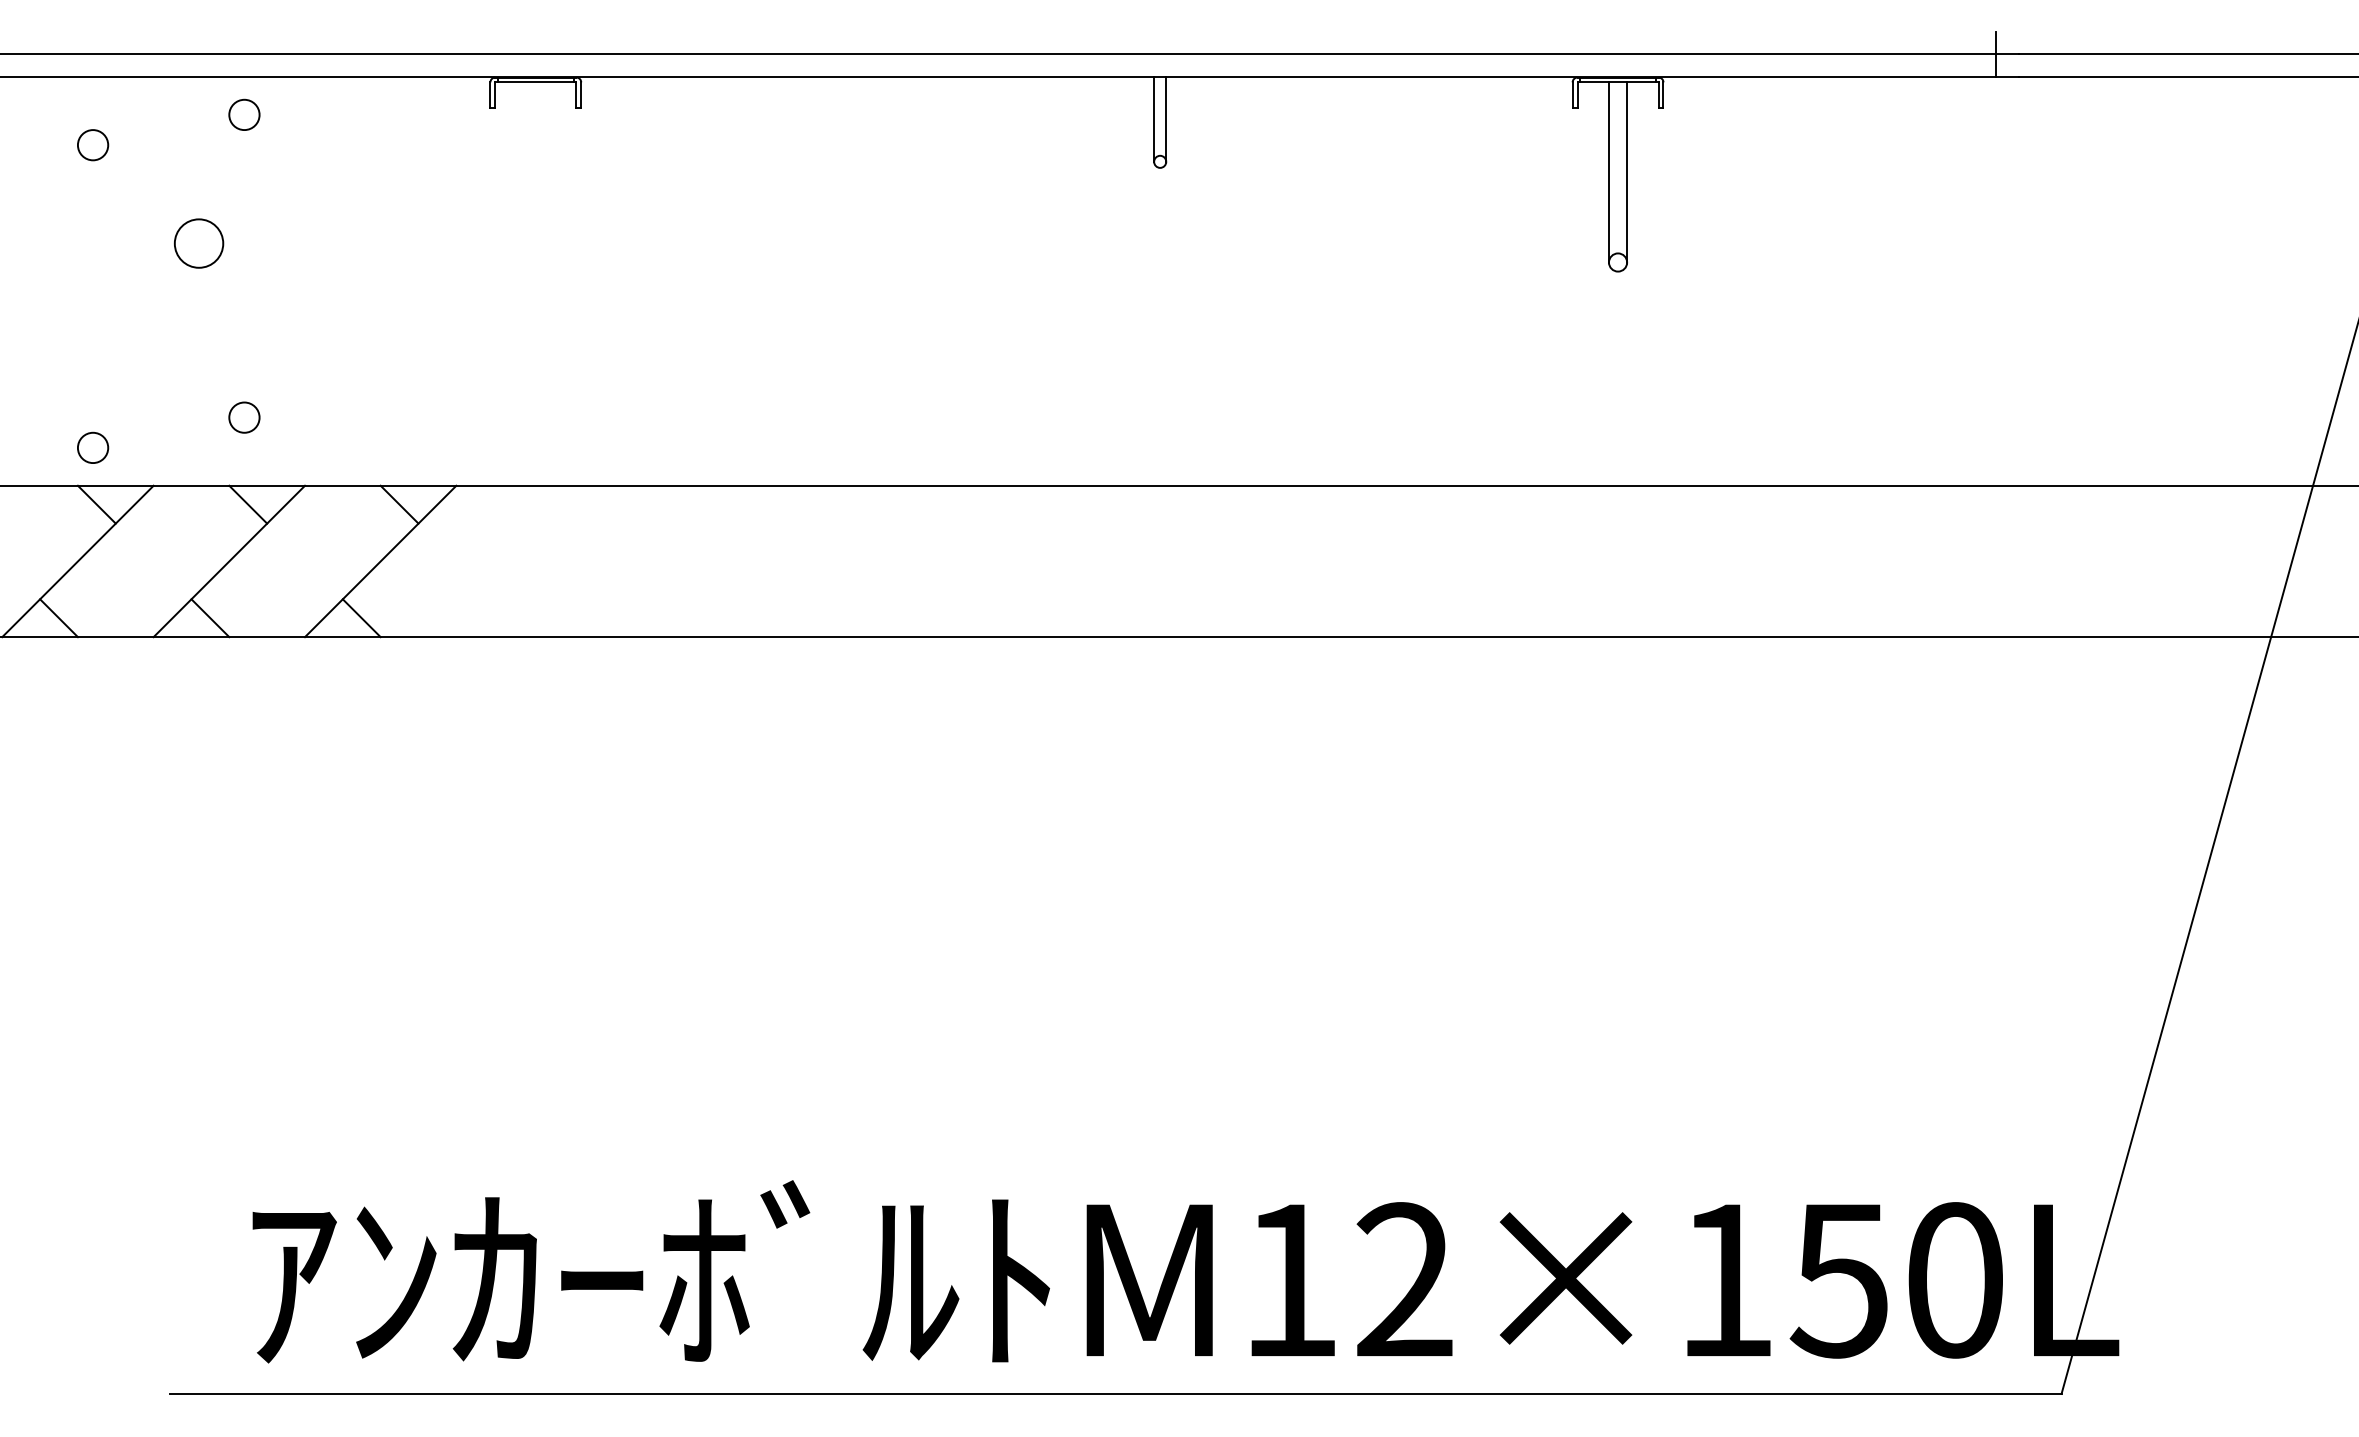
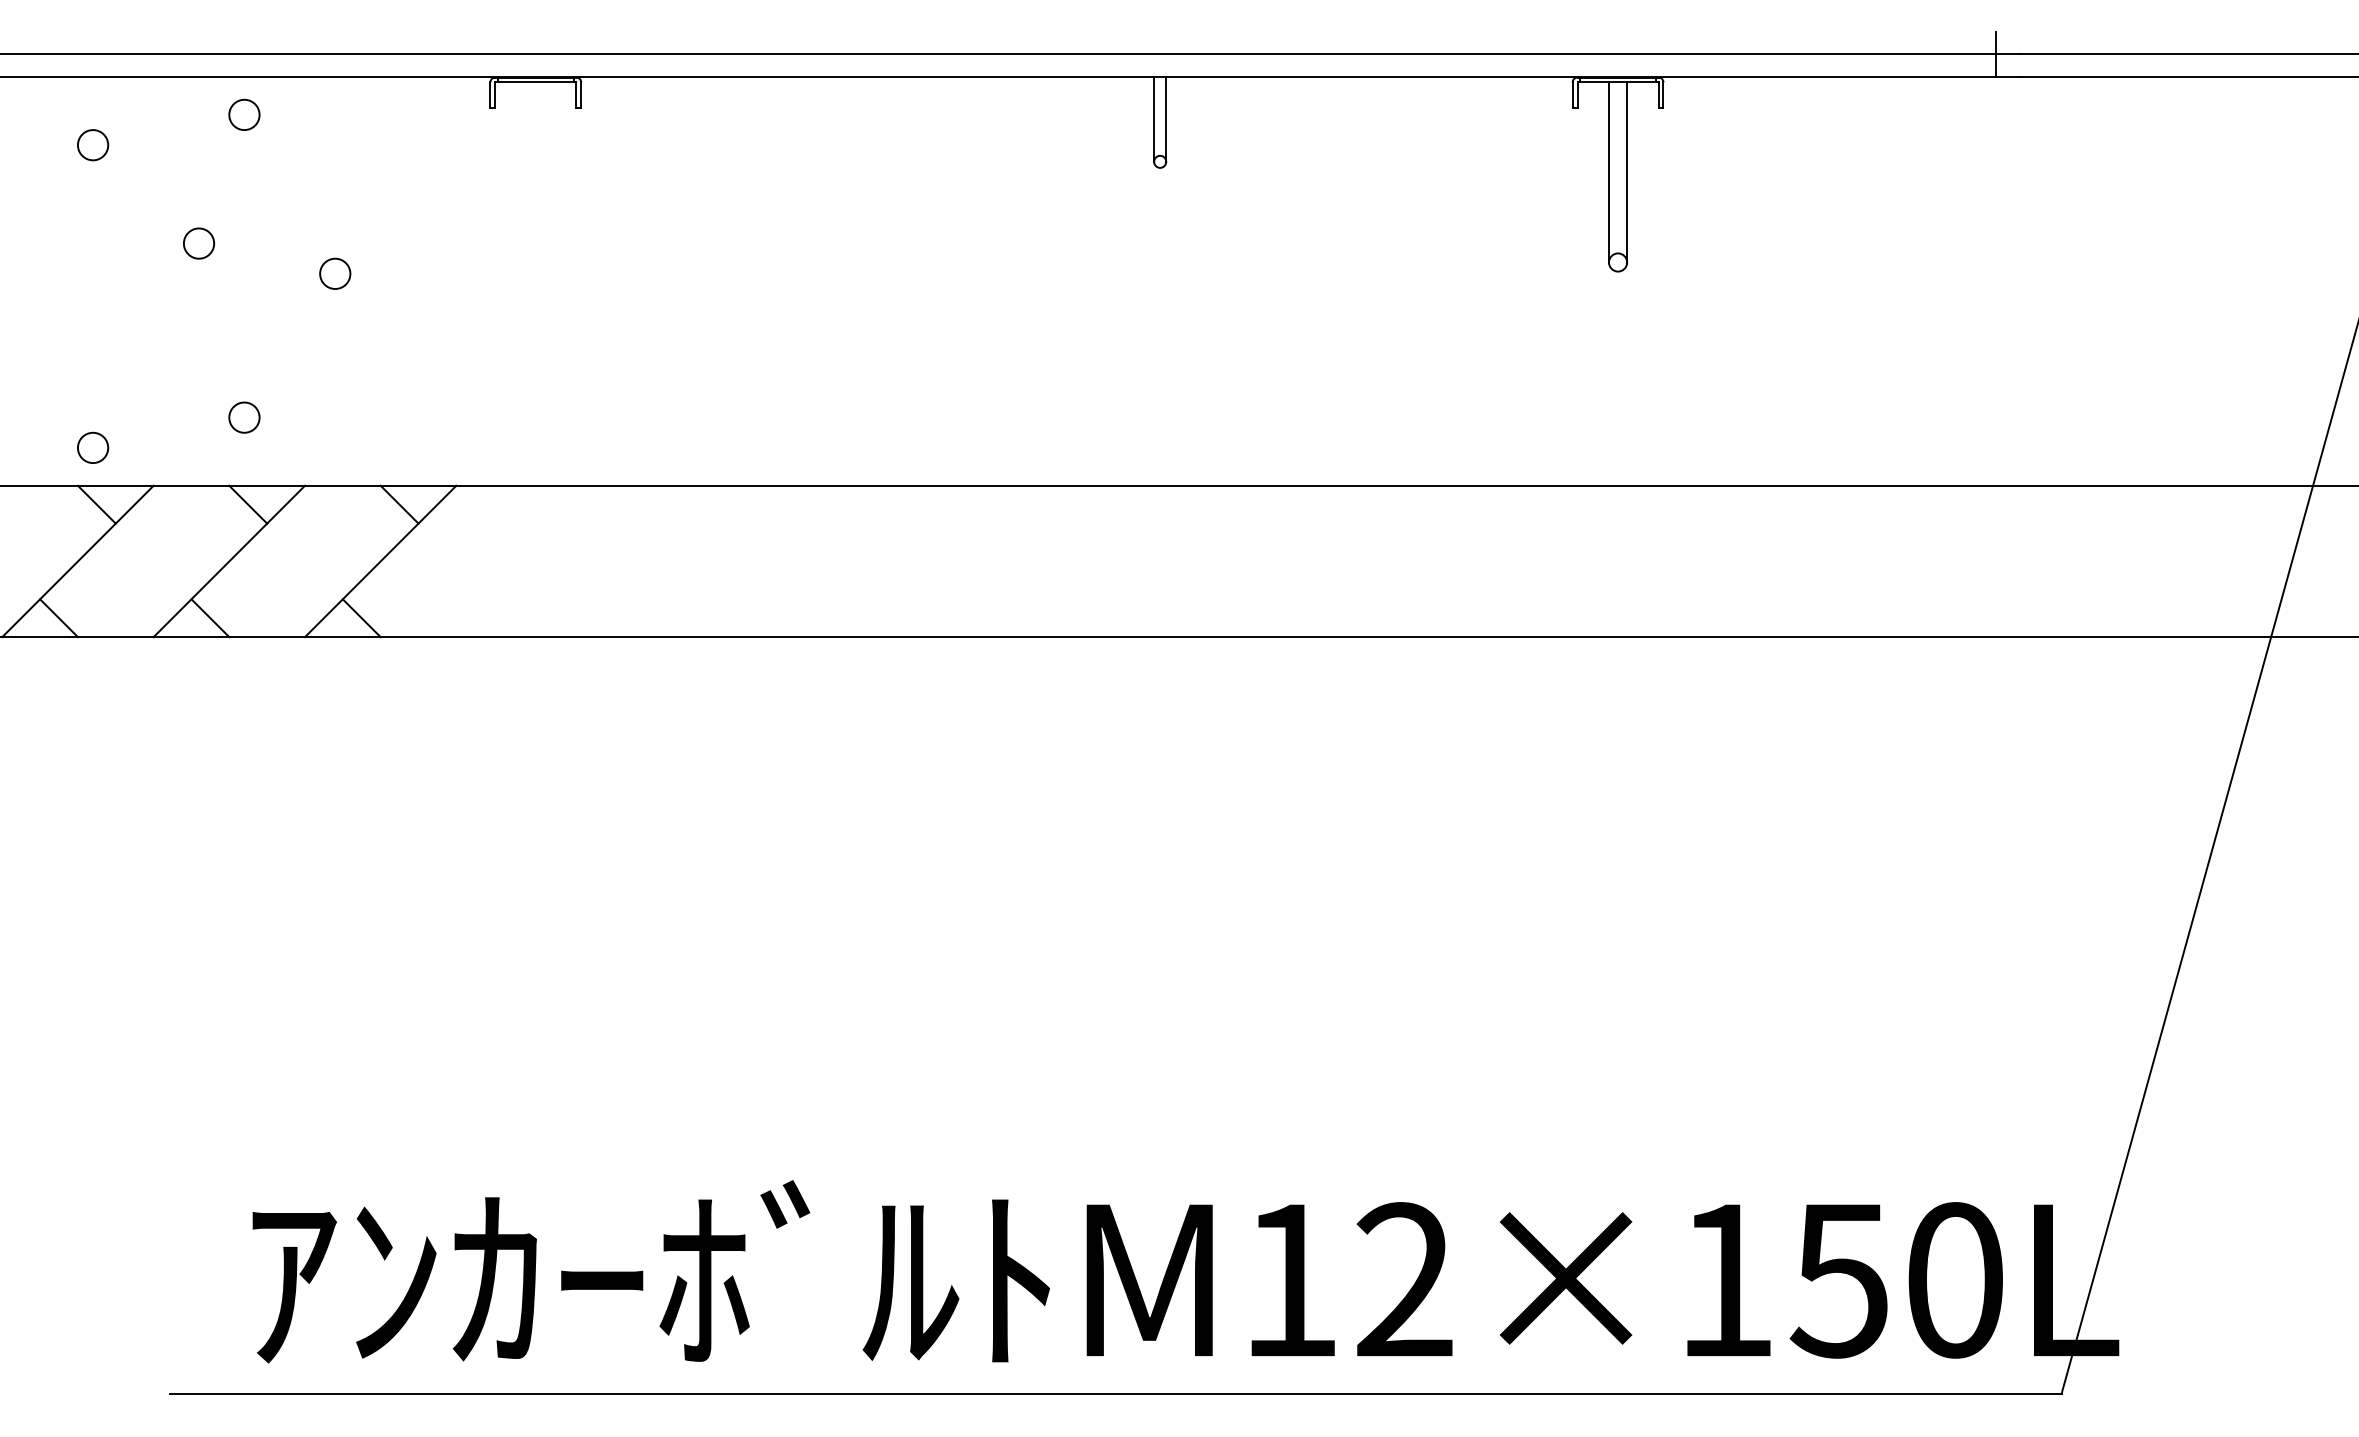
circle at (198, 243) diameter: 48 px -> 30 px
circle at (335, 273): none -> present
